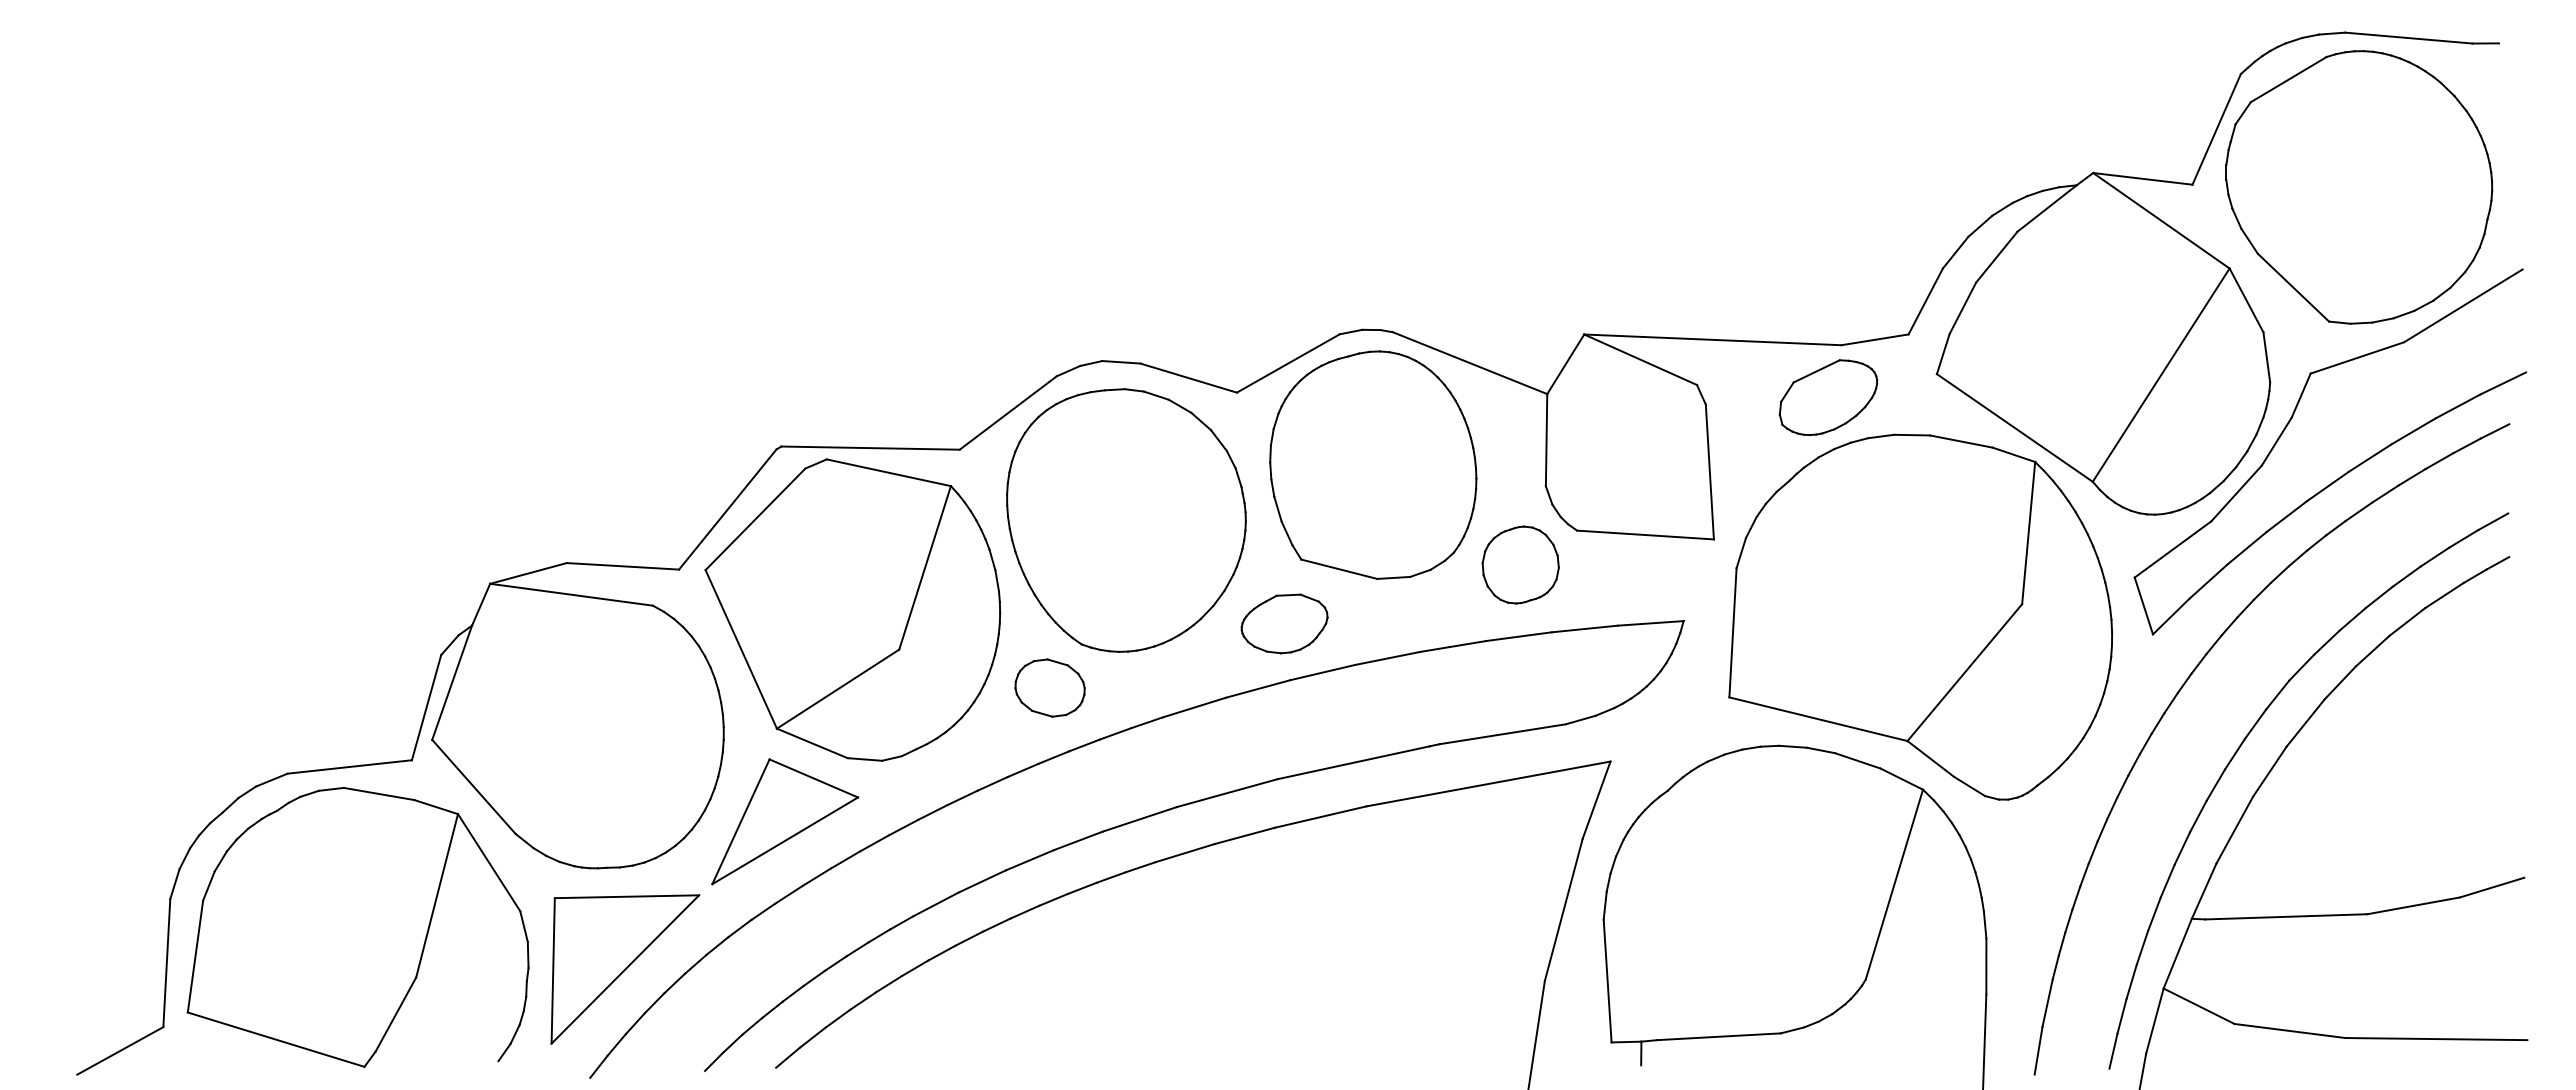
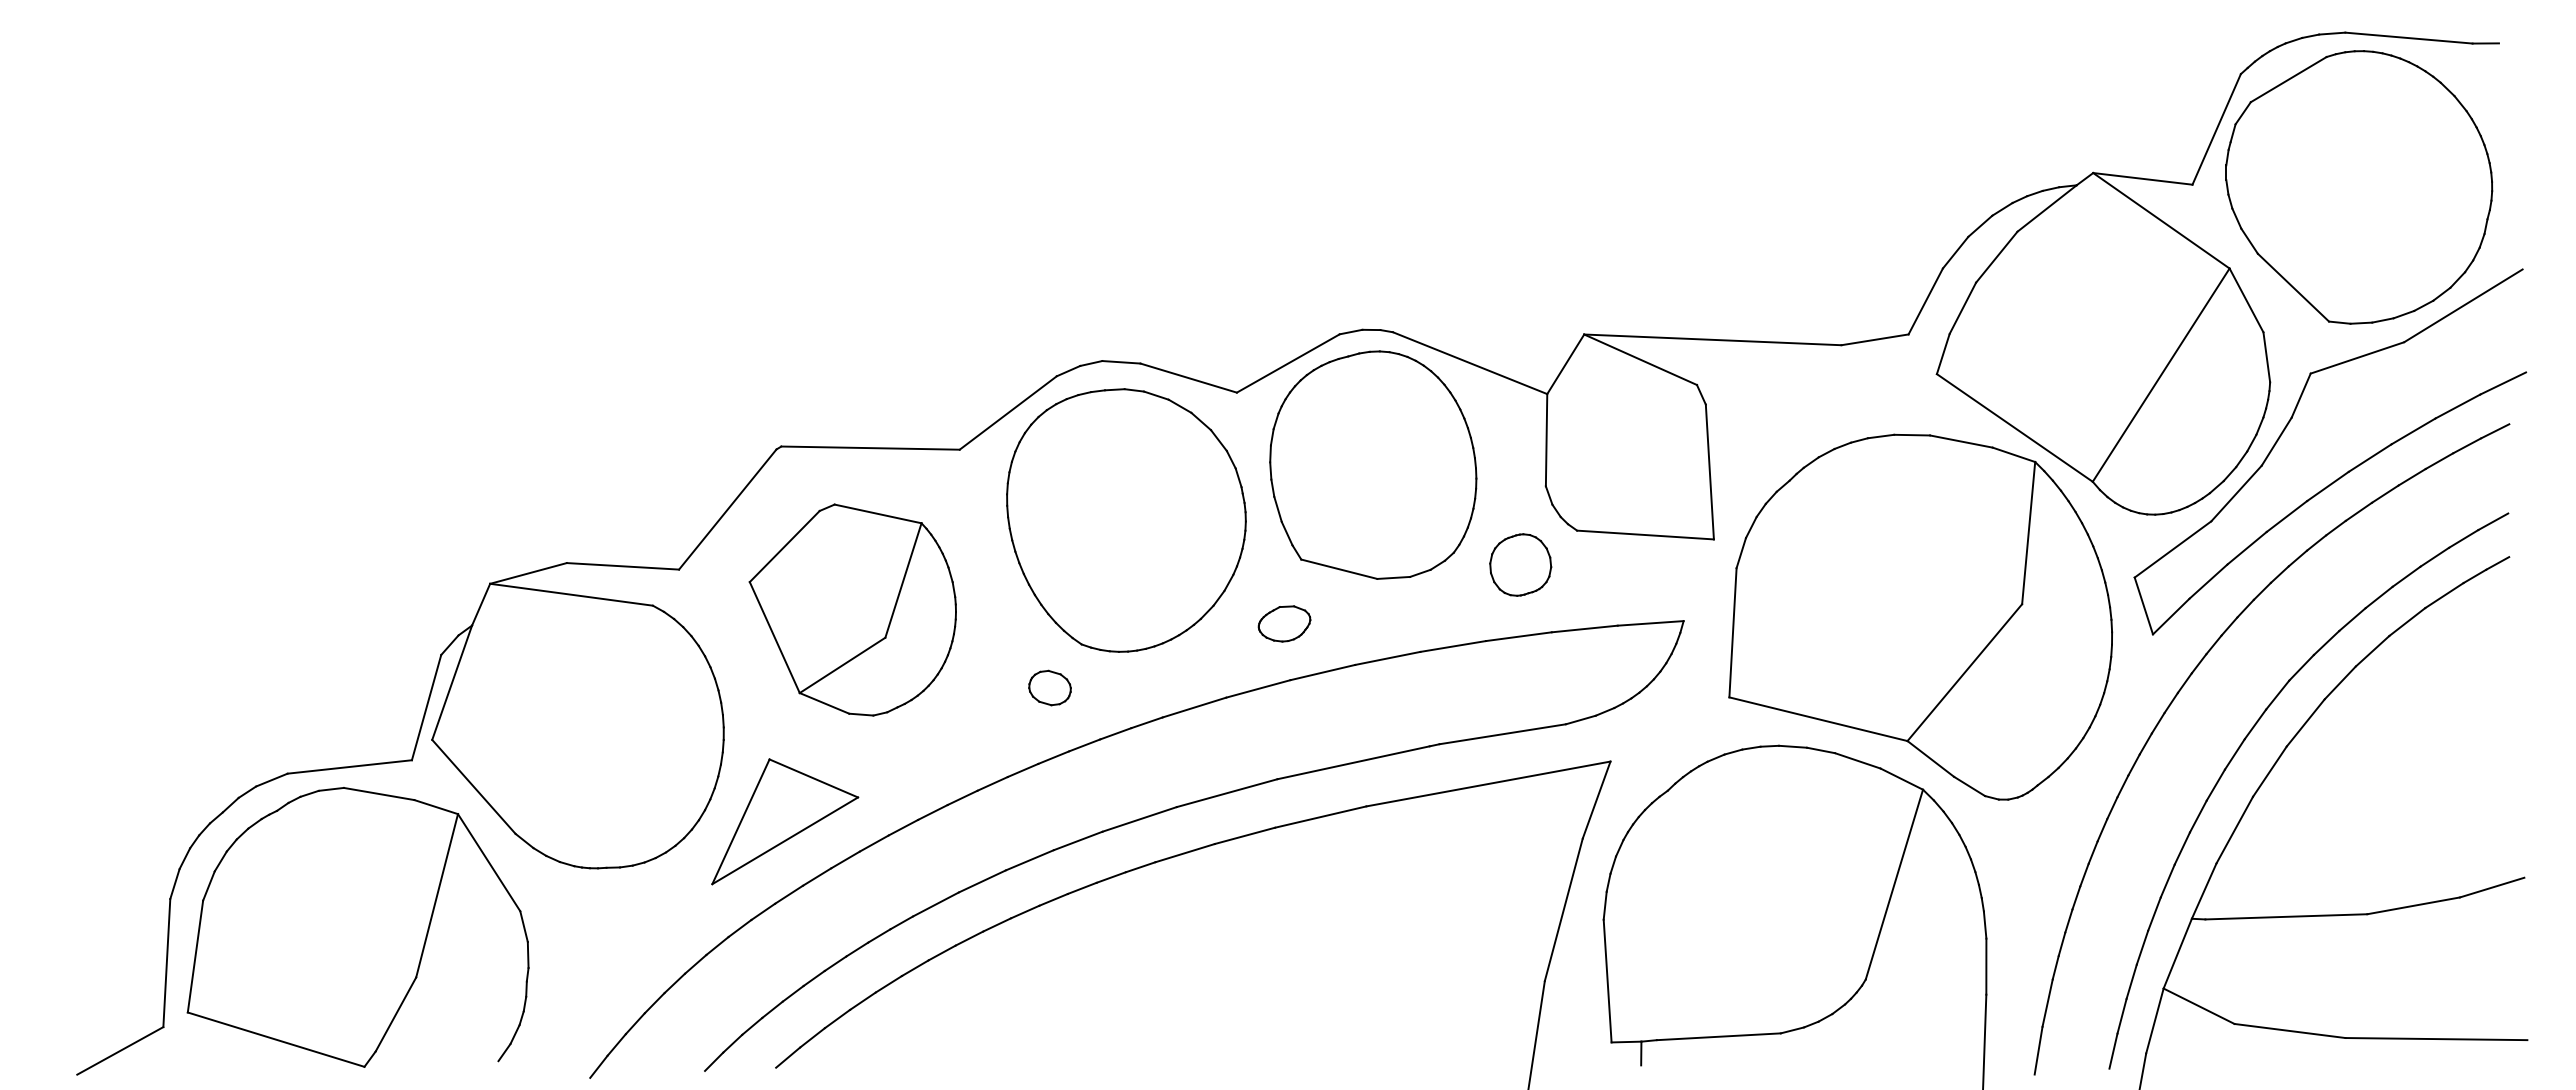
part at (1828, 397): present -> none
part at (1520, 564) size: 79x80 px -> 64x64 px
part at (852, 609) size: 298x304 px -> 209x214 px
part at (1284, 623) size: 89x62 px -> 55x38 px
part at (1049, 687) size: 72x60 px -> 44x38 px
part at (625, 969): present -> none
